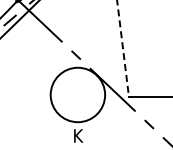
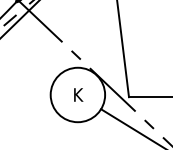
line at (123, 48): dashed -> solid
line at (131, 127): none -> present
text at (78, 135) position: (78, 135) -> (78, 94)
